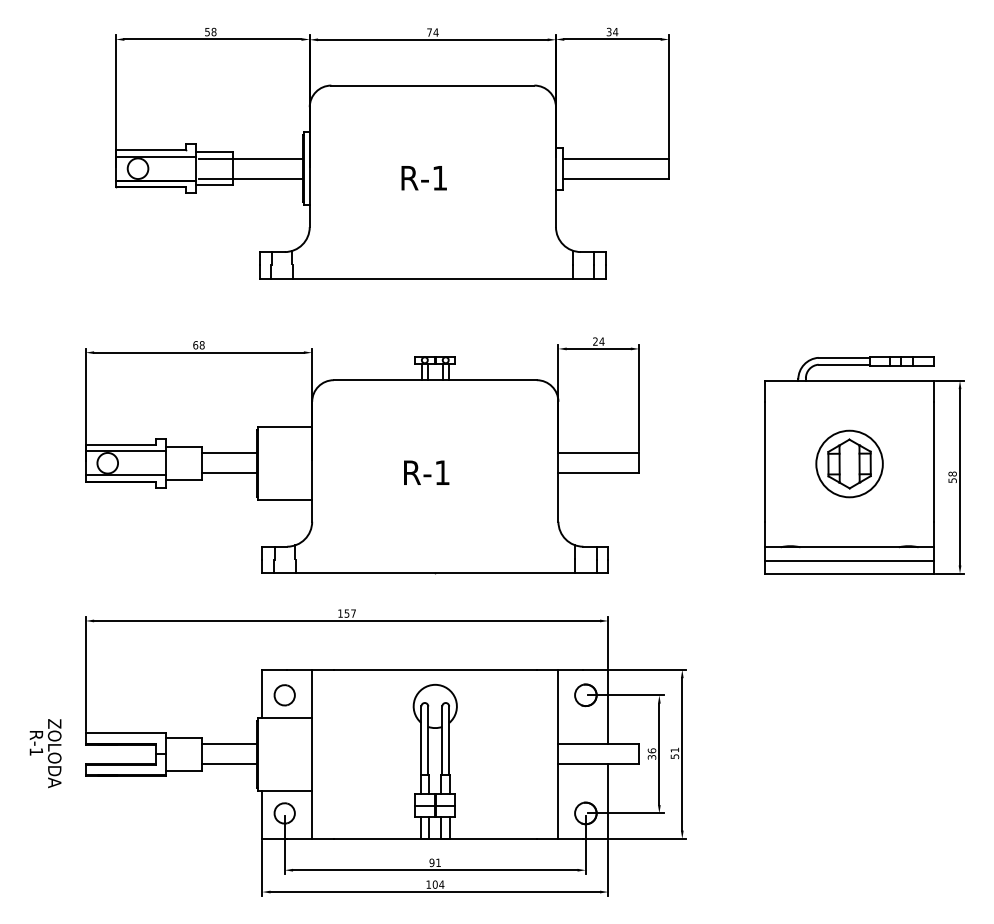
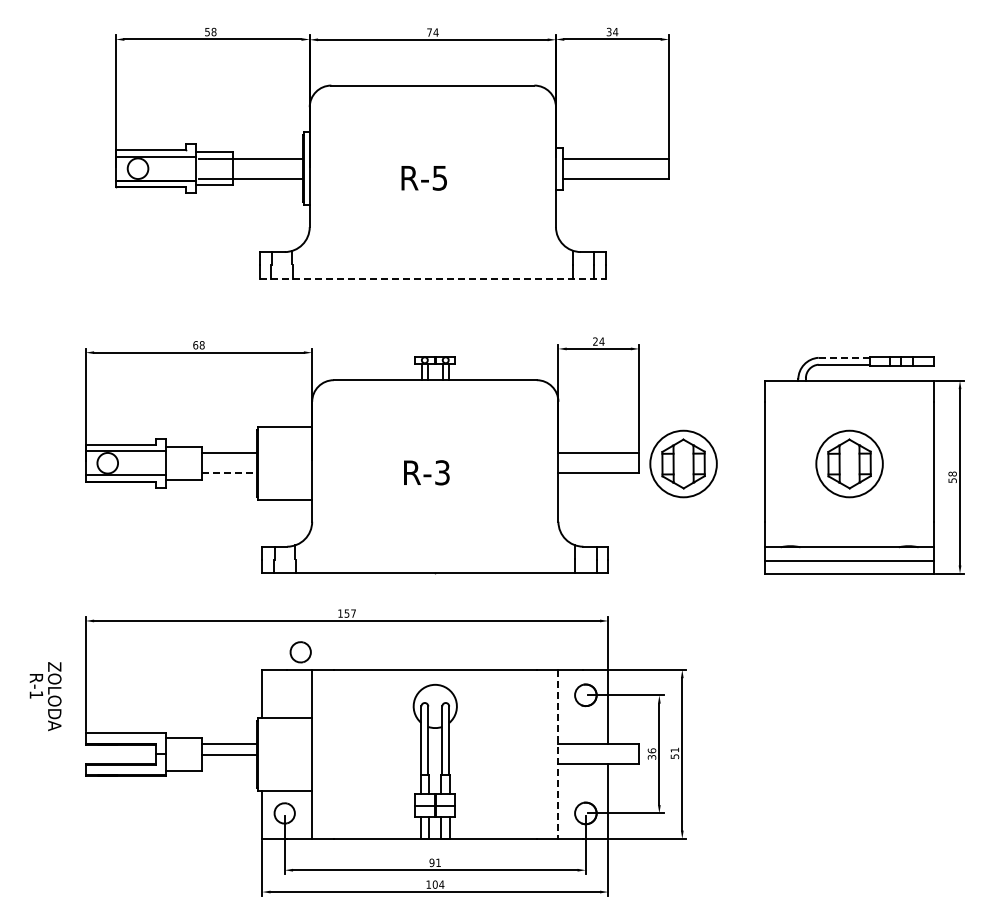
text at (439, 178): R-1 -> R-5
line at (433, 278): solid -> dashed
line at (844, 357): solid -> dashed
part at (683, 463): none -> present
text at (442, 472): R-1 -> R-3
line at (229, 473): solid -> dashed
part at (284, 695) position: (284, 695) -> (300, 652)
text at (45, 753) position: (45, 753) -> (45, 696)
line at (558, 754): solid -> dashed
line at (229, 764) position: (229, 764) -> (229, 755)
